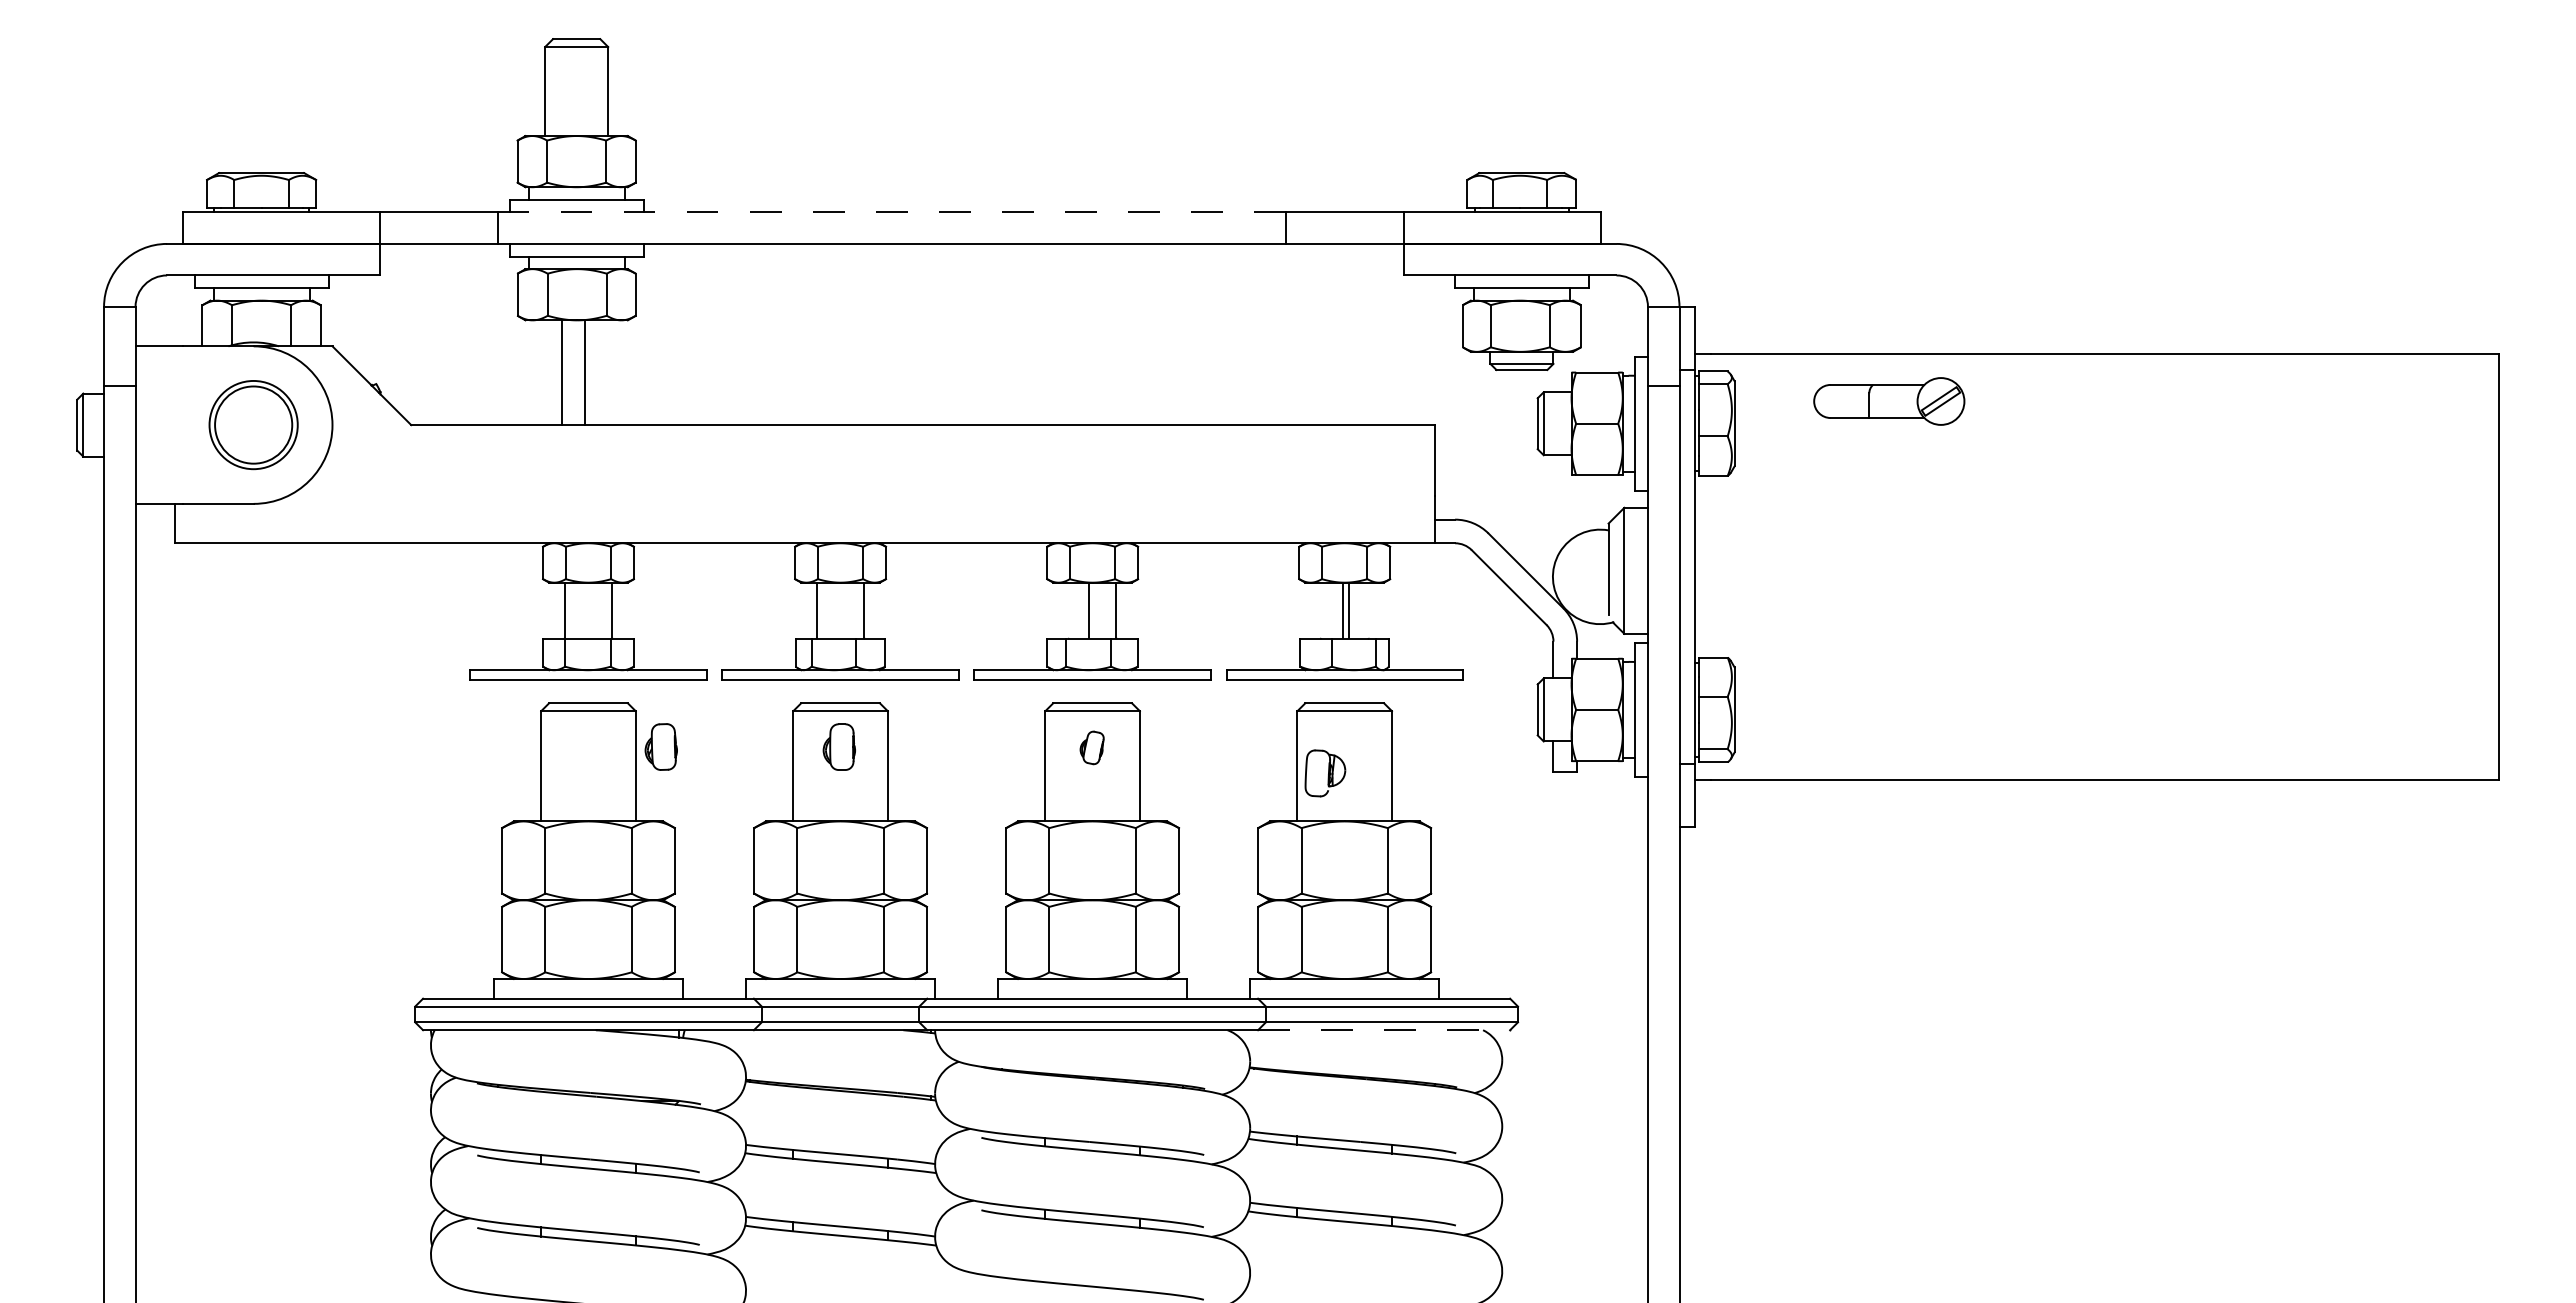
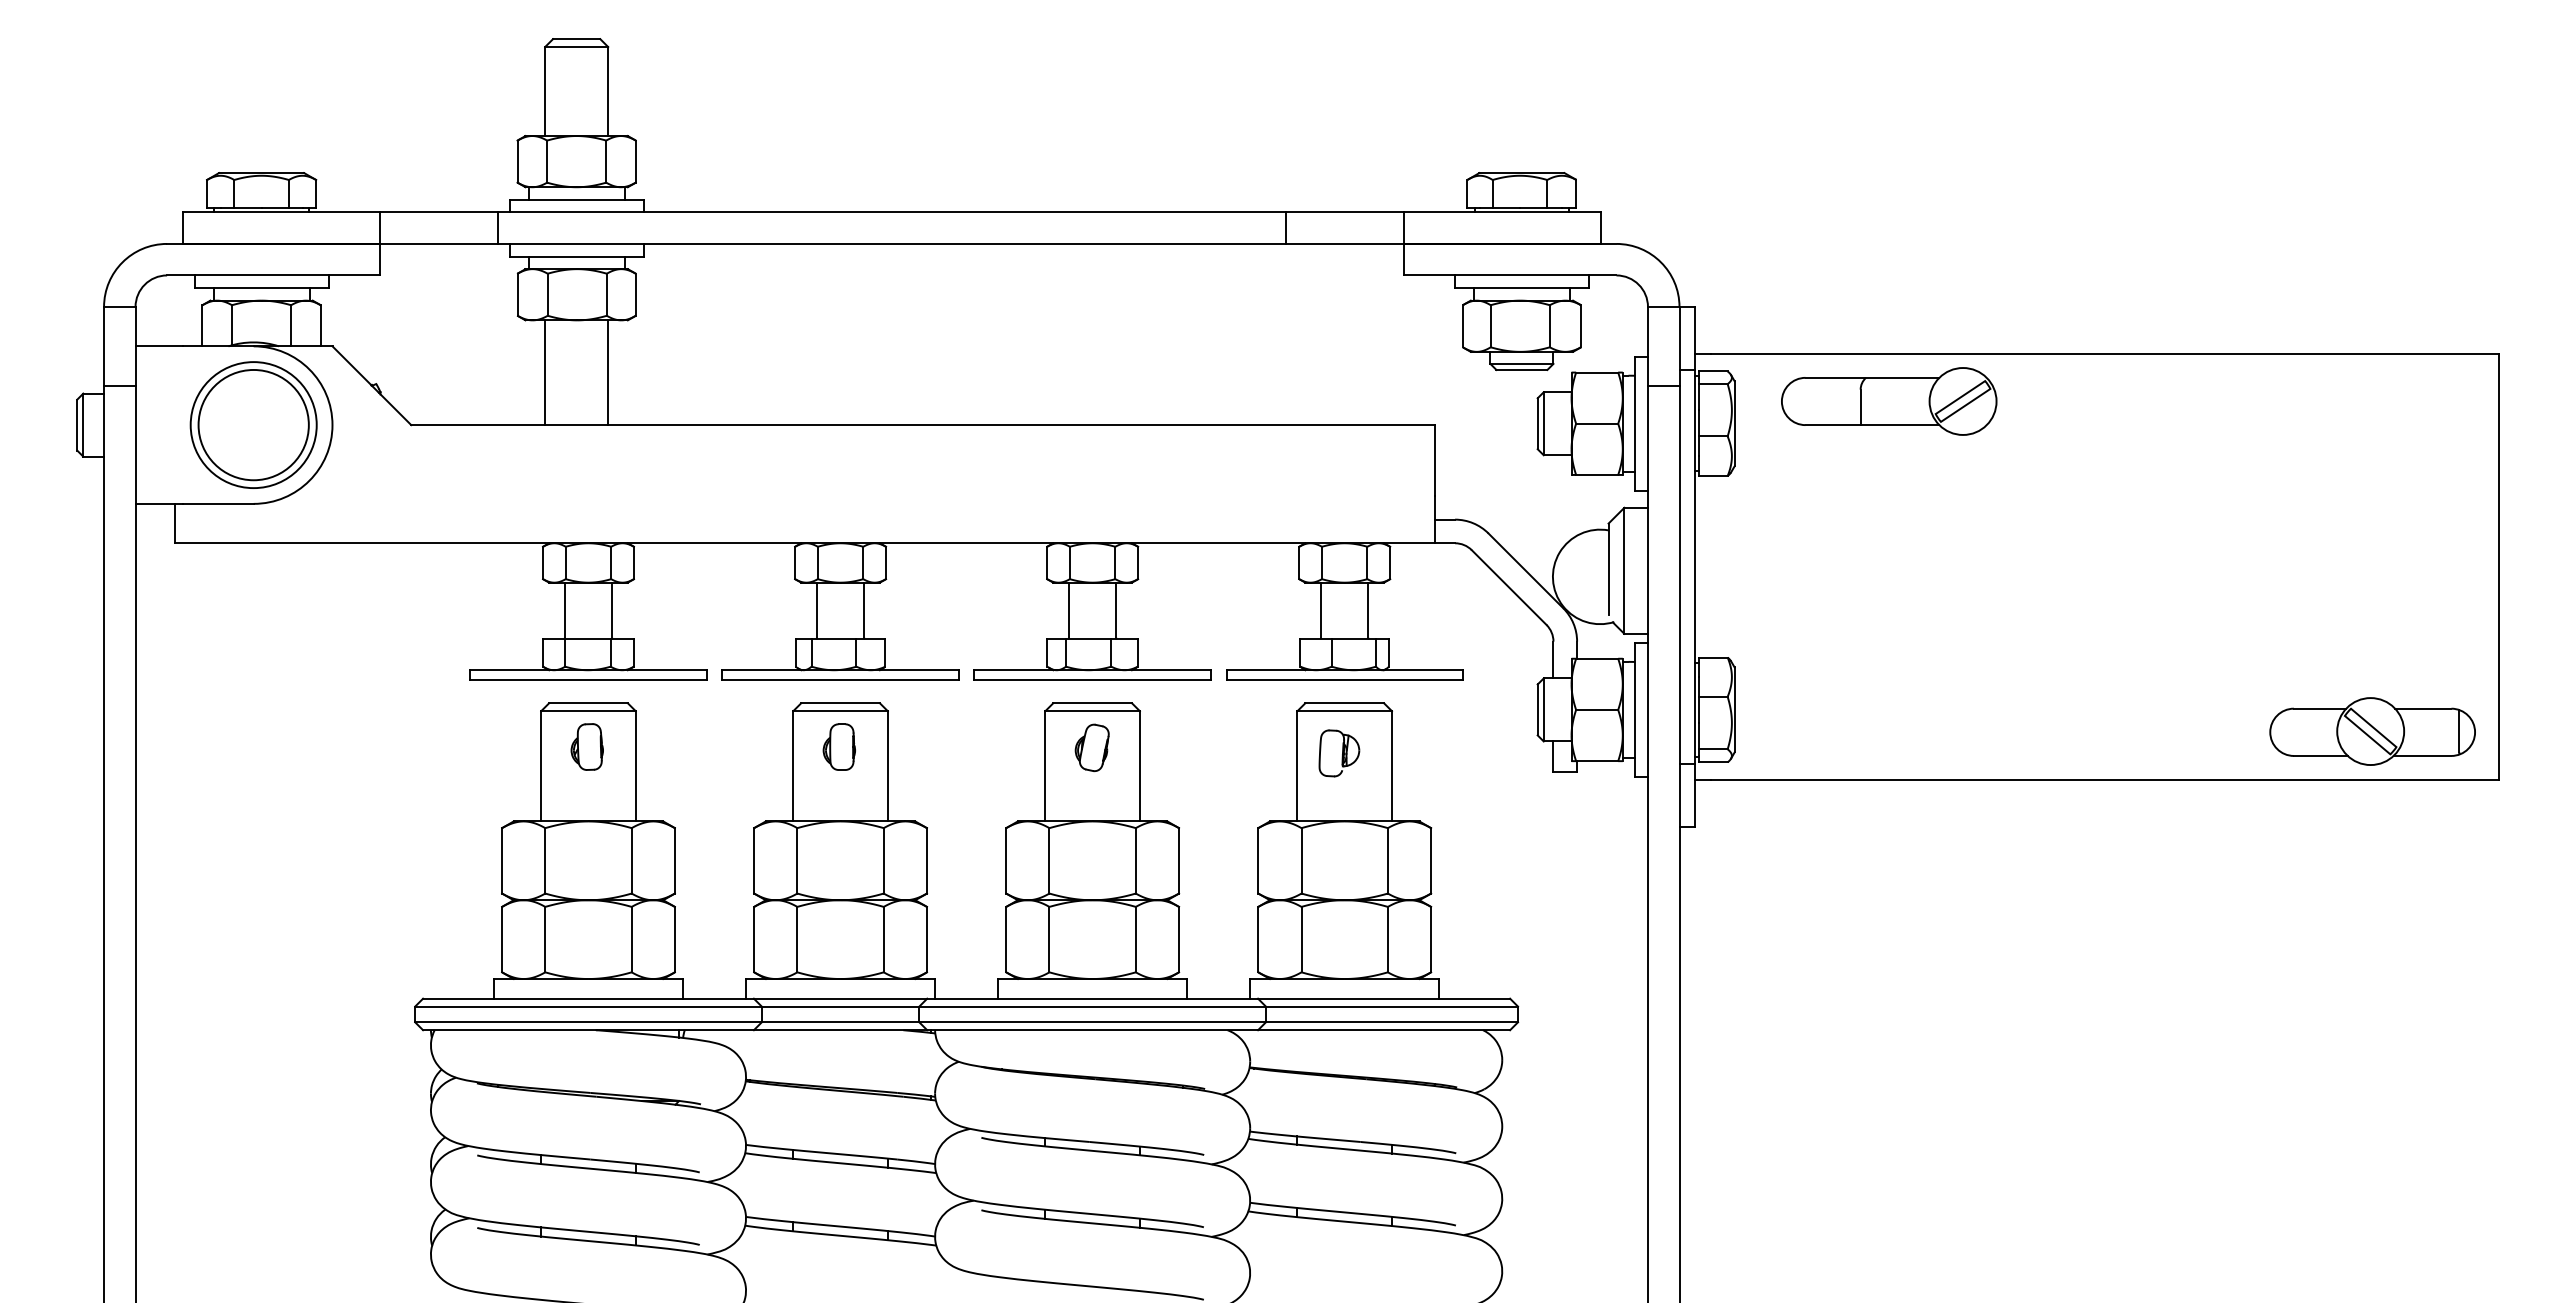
line at (891, 212): dashed -> solid
line at (562, 372) position: (562, 372) -> (545, 372)
line at (585, 372) position: (585, 372) -> (608, 372)
part at (1889, 401) size: 153x49 px -> 217x69 px
part at (253, 425) size: 91x91 px -> 129x128 px
line at (1089, 609) position: (1089, 609) -> (1069, 609)
line at (1343, 609) position: (1343, 609) -> (1321, 609)
line at (1349, 609) position: (1349, 609) -> (1368, 609)
part at (2372, 731): none -> present
part at (660, 746) position: (660, 746) -> (586, 746)
part at (1091, 747) size: 26x36 px -> 36x50 px
part at (1325, 773) position: (1325, 773) -> (1339, 753)
line at (1384, 1030): dashed -> solid
